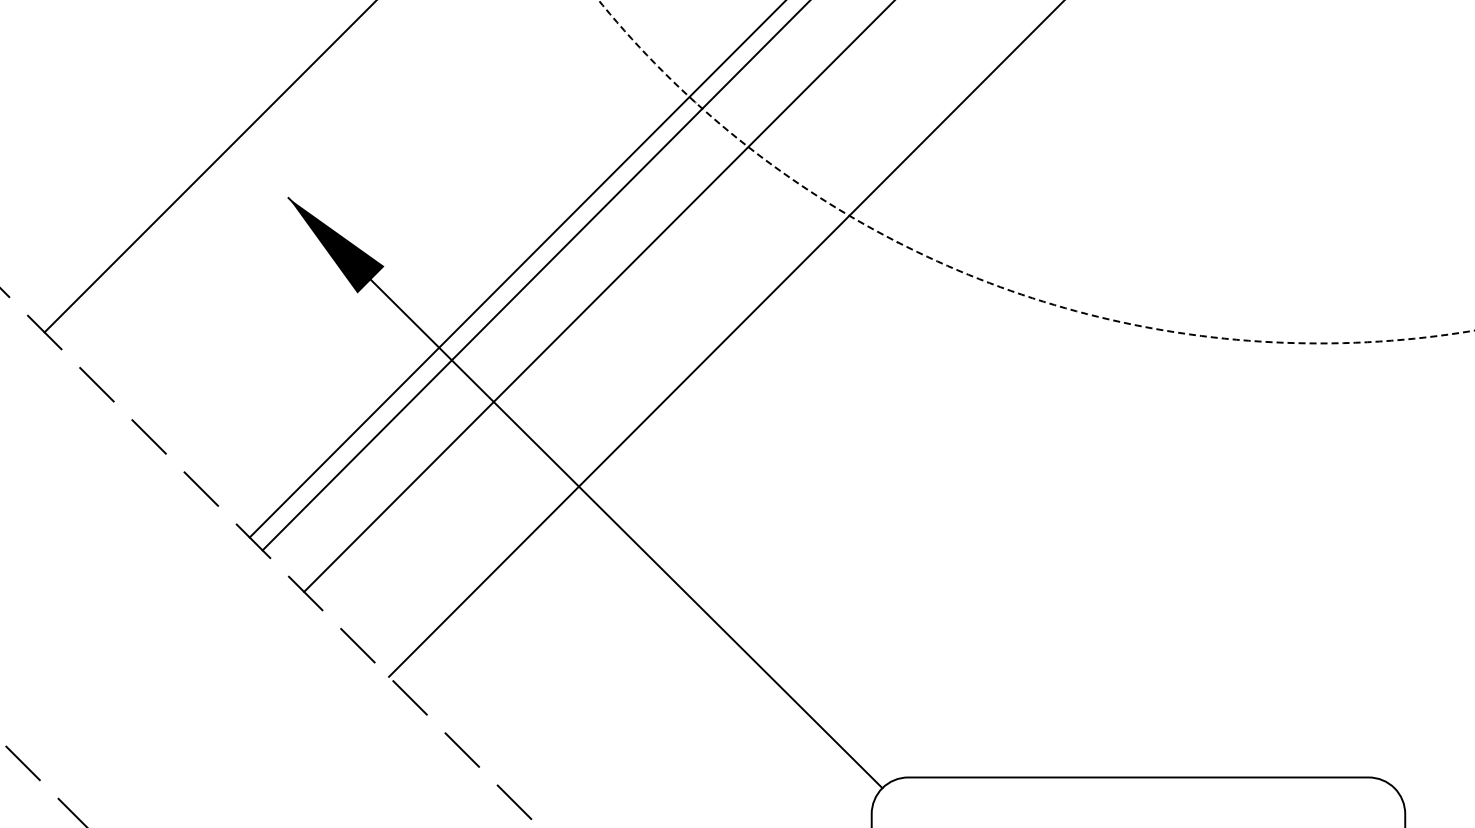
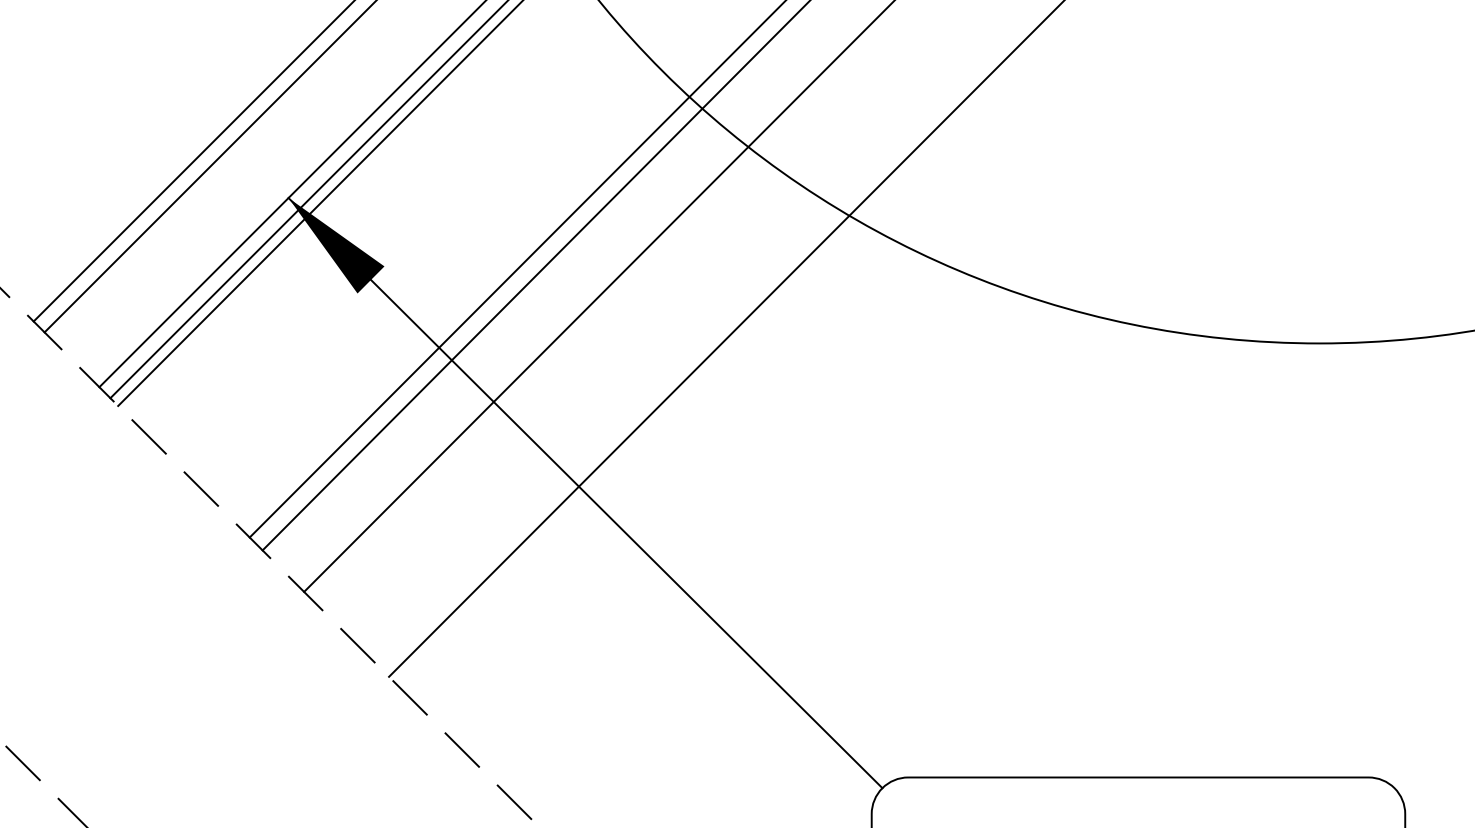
line at (192, 161): none -> present
circle at (1036, 171): dashed -> solid
line at (291, 194): none -> present
line at (308, 200): none -> present
line at (319, 203): none -> present
